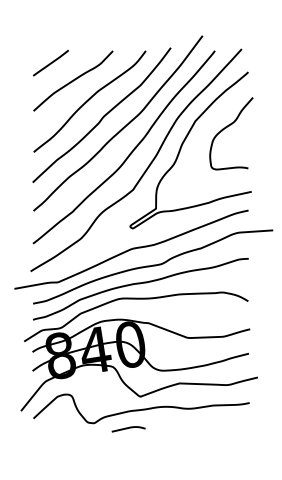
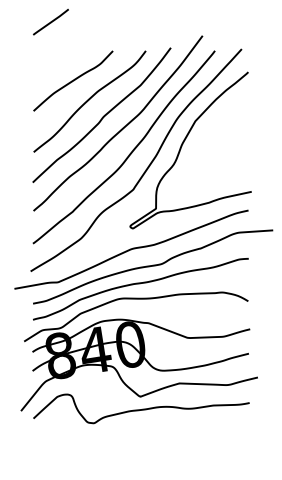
line at (50, 62) position: (50, 62) -> (50, 21)
curve at (226, 128): present -> none
curve at (128, 428): present -> none
